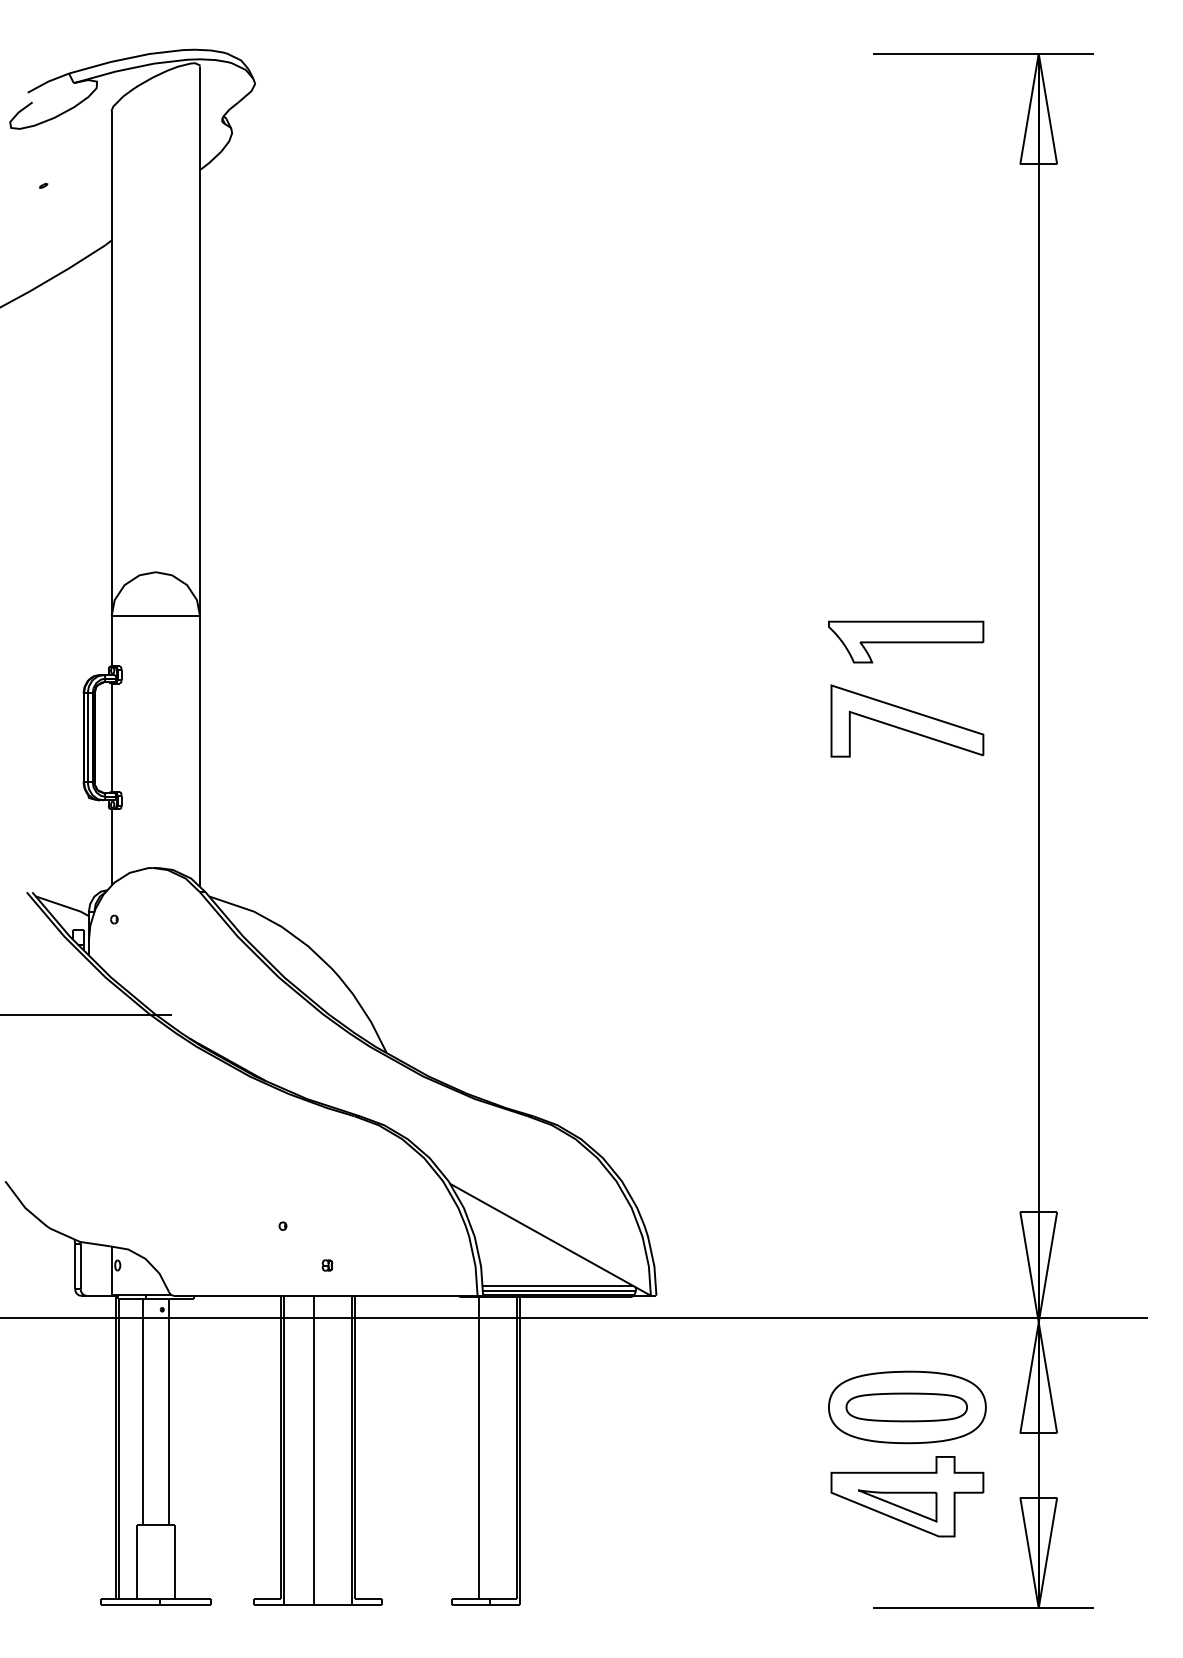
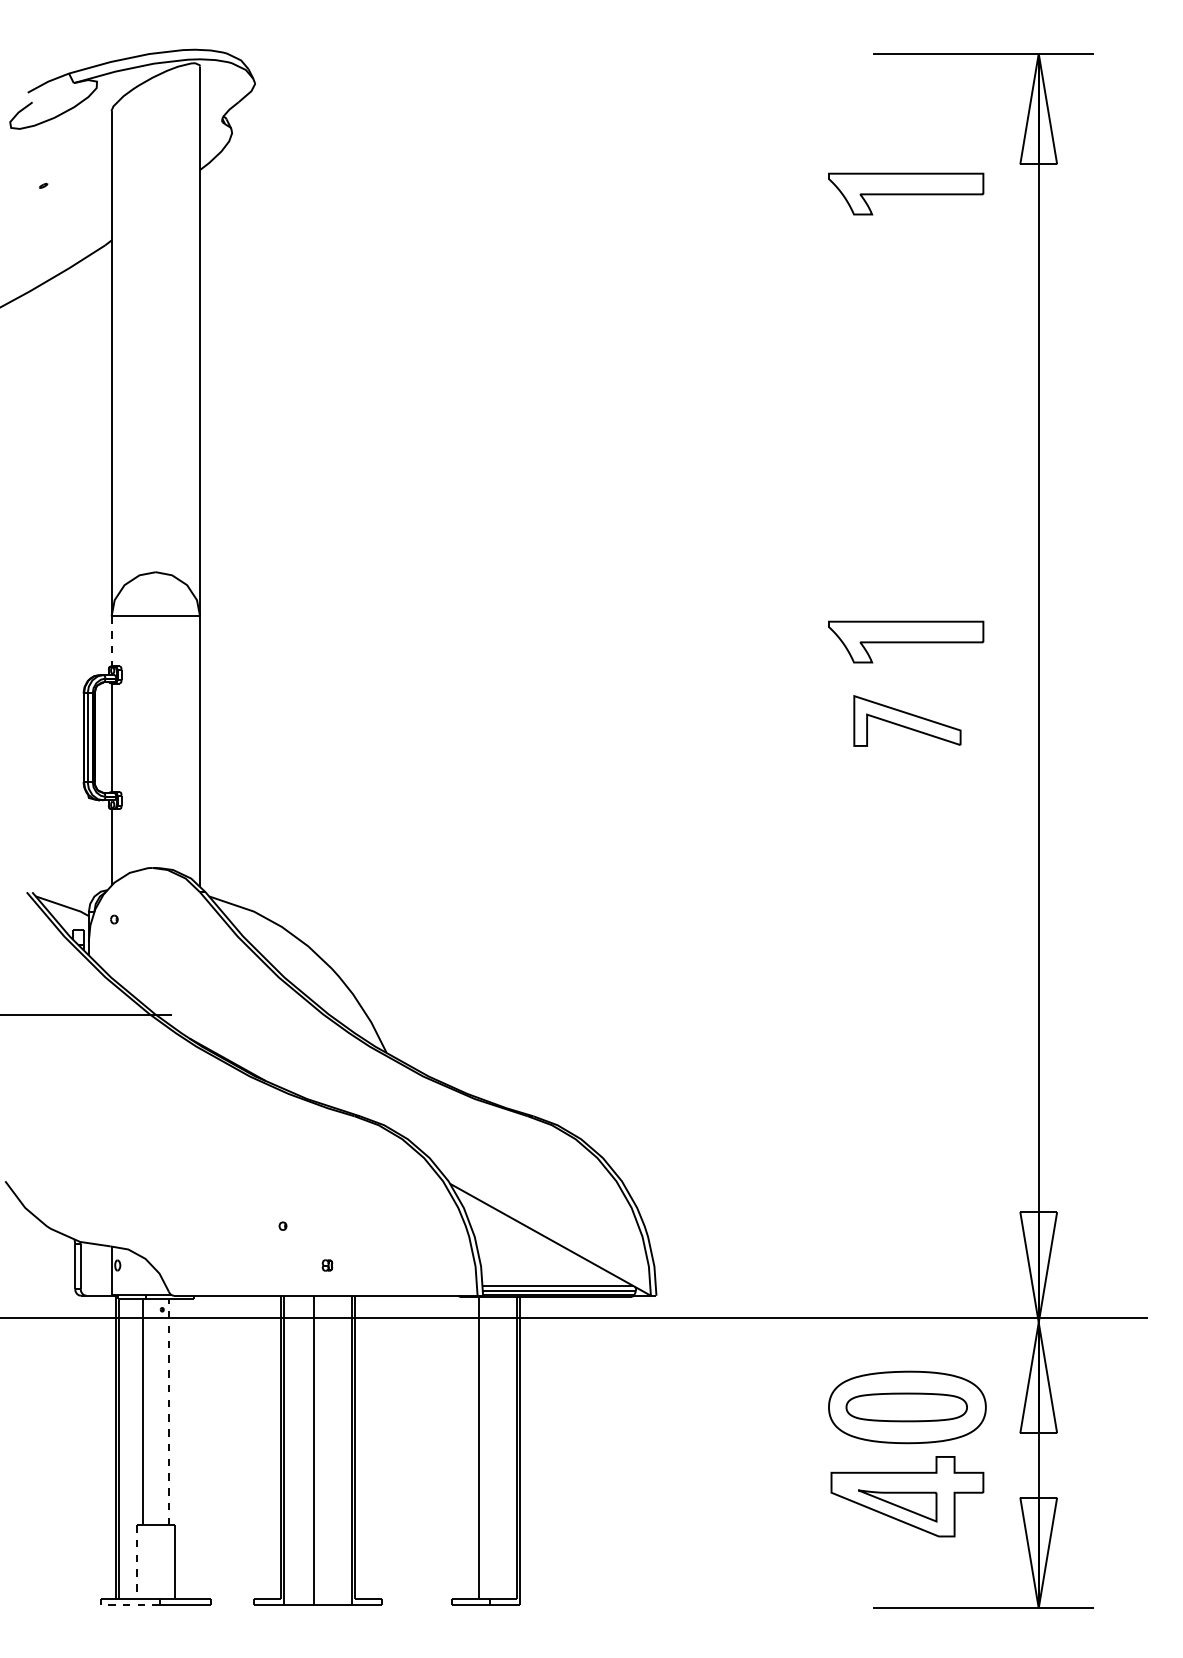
part at (906, 193): none -> present
line at (111, 641): solid -> dashed
part at (907, 720) size: 155x74 px -> 109x52 px
line at (168, 1412): solid -> dashed
line at (137, 1562): solid -> dashed
line at (130, 1604): solid -> dashed
